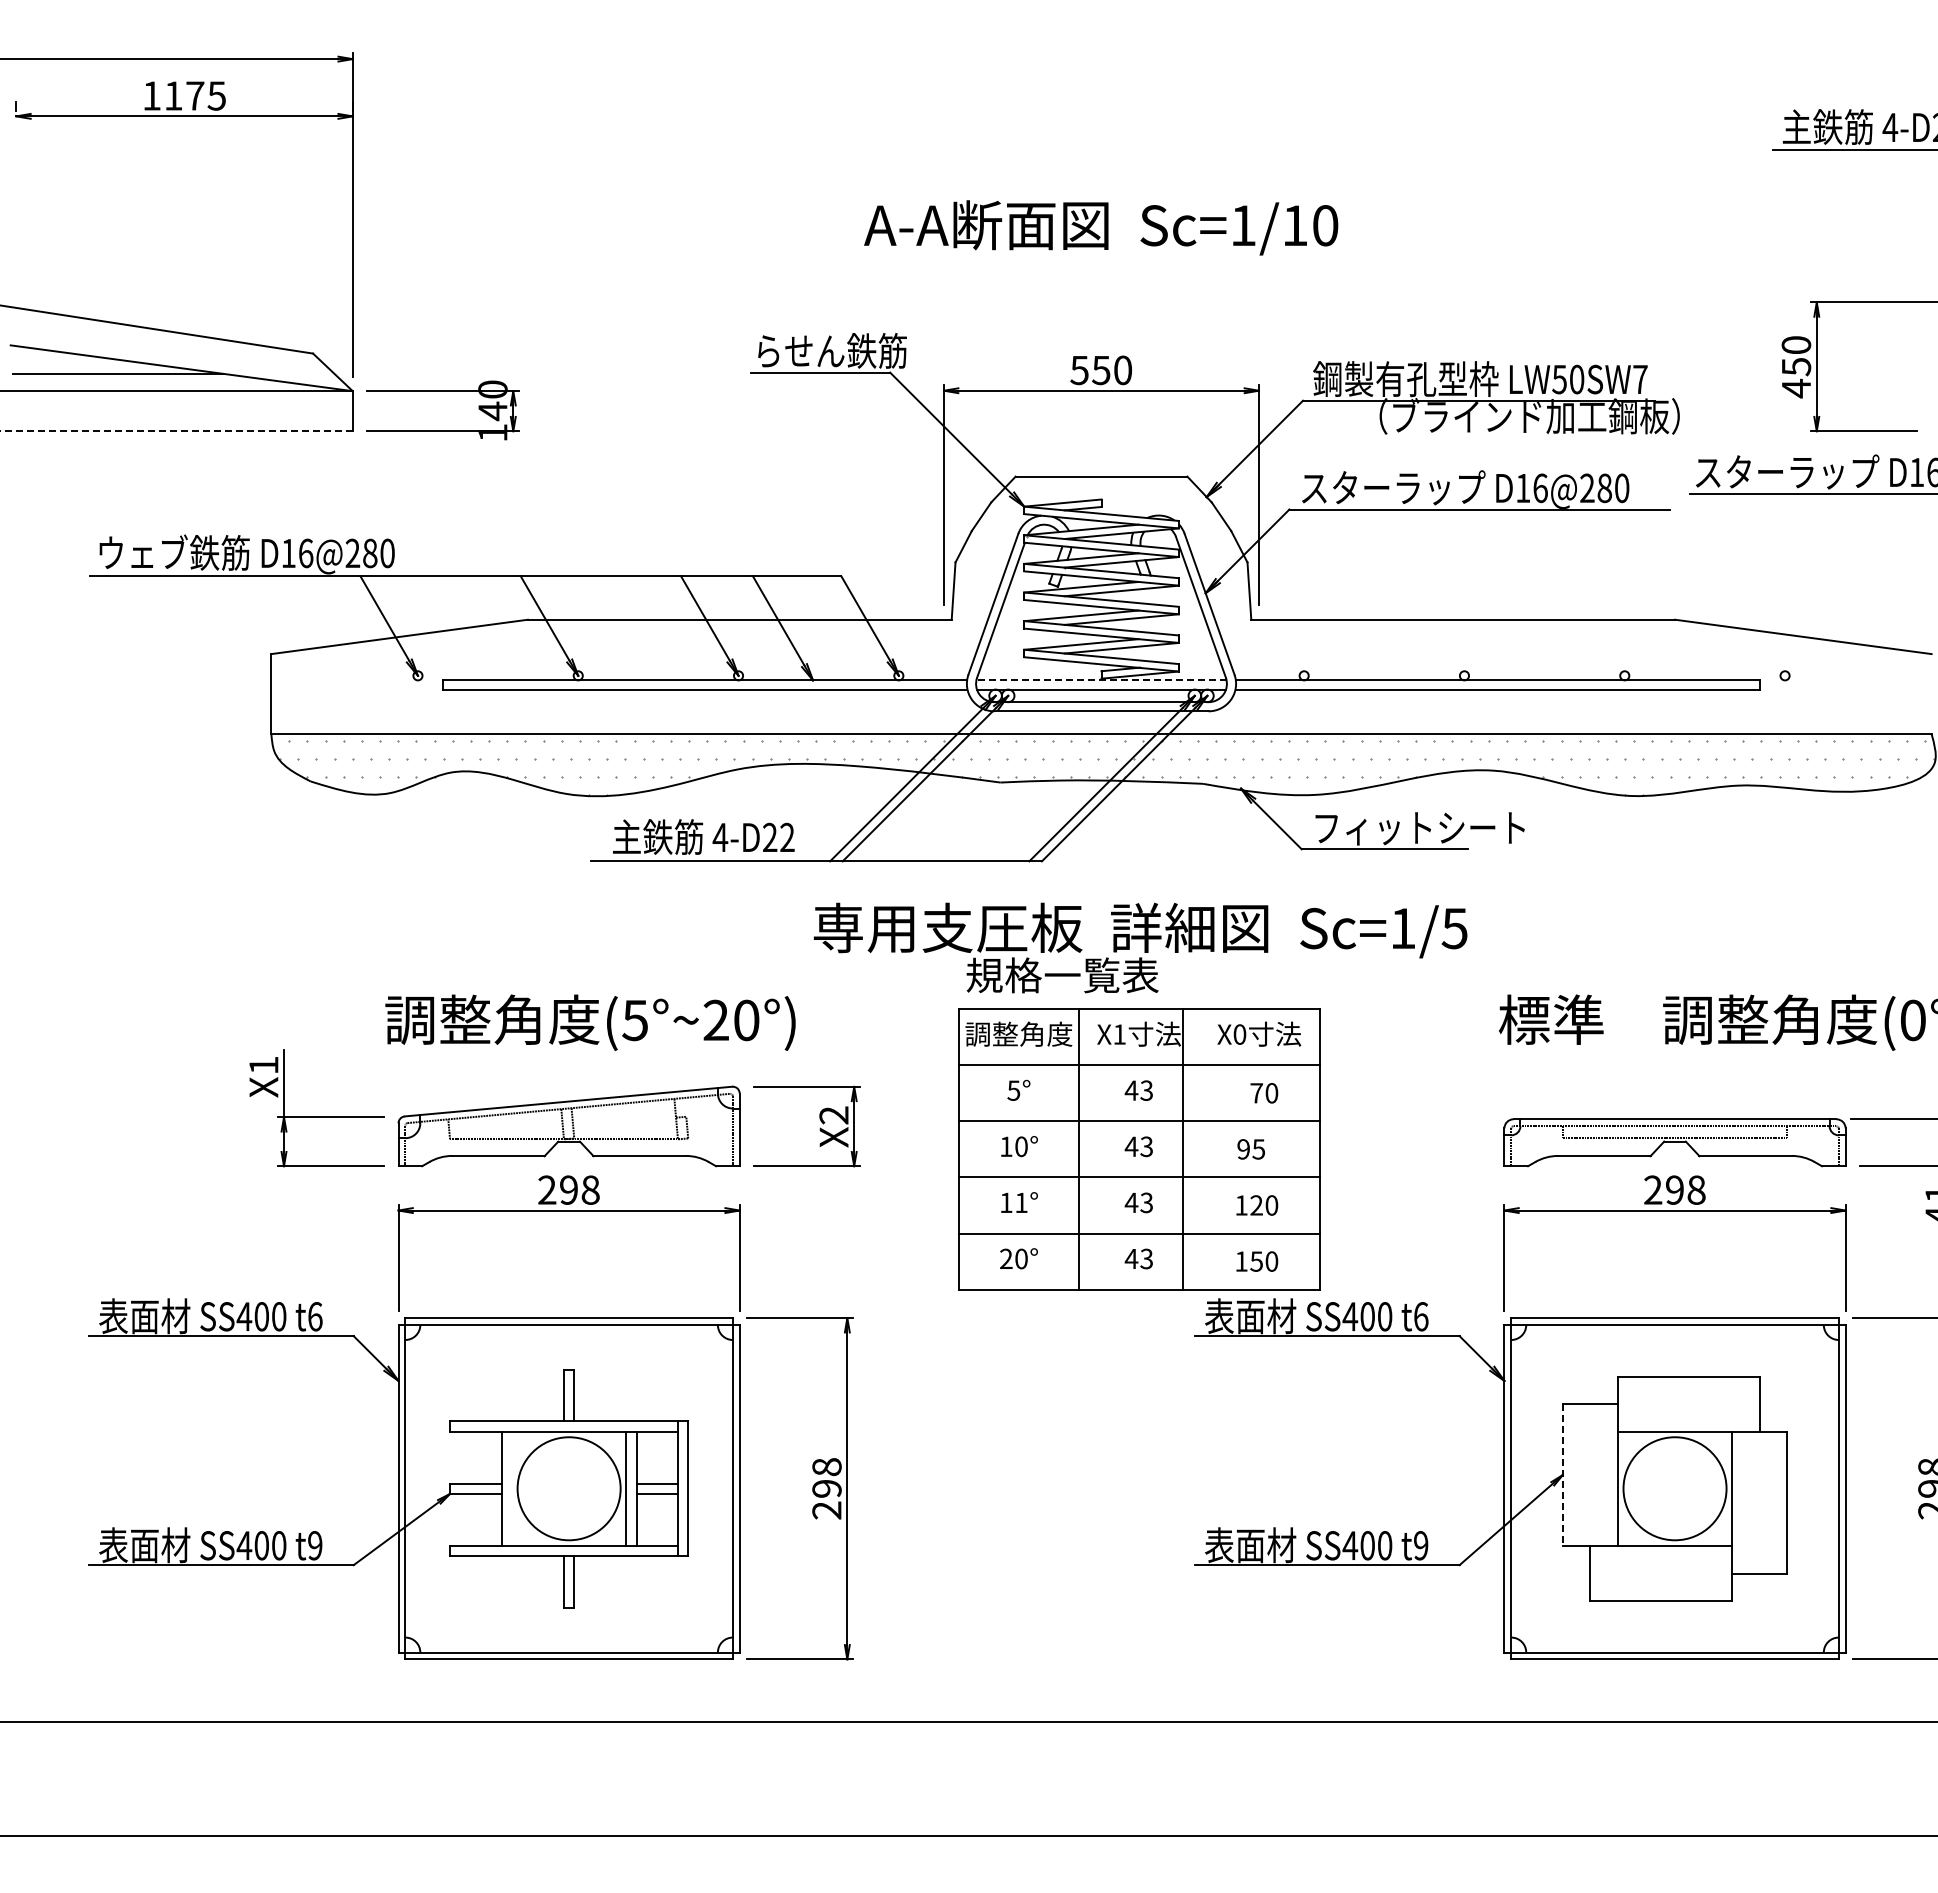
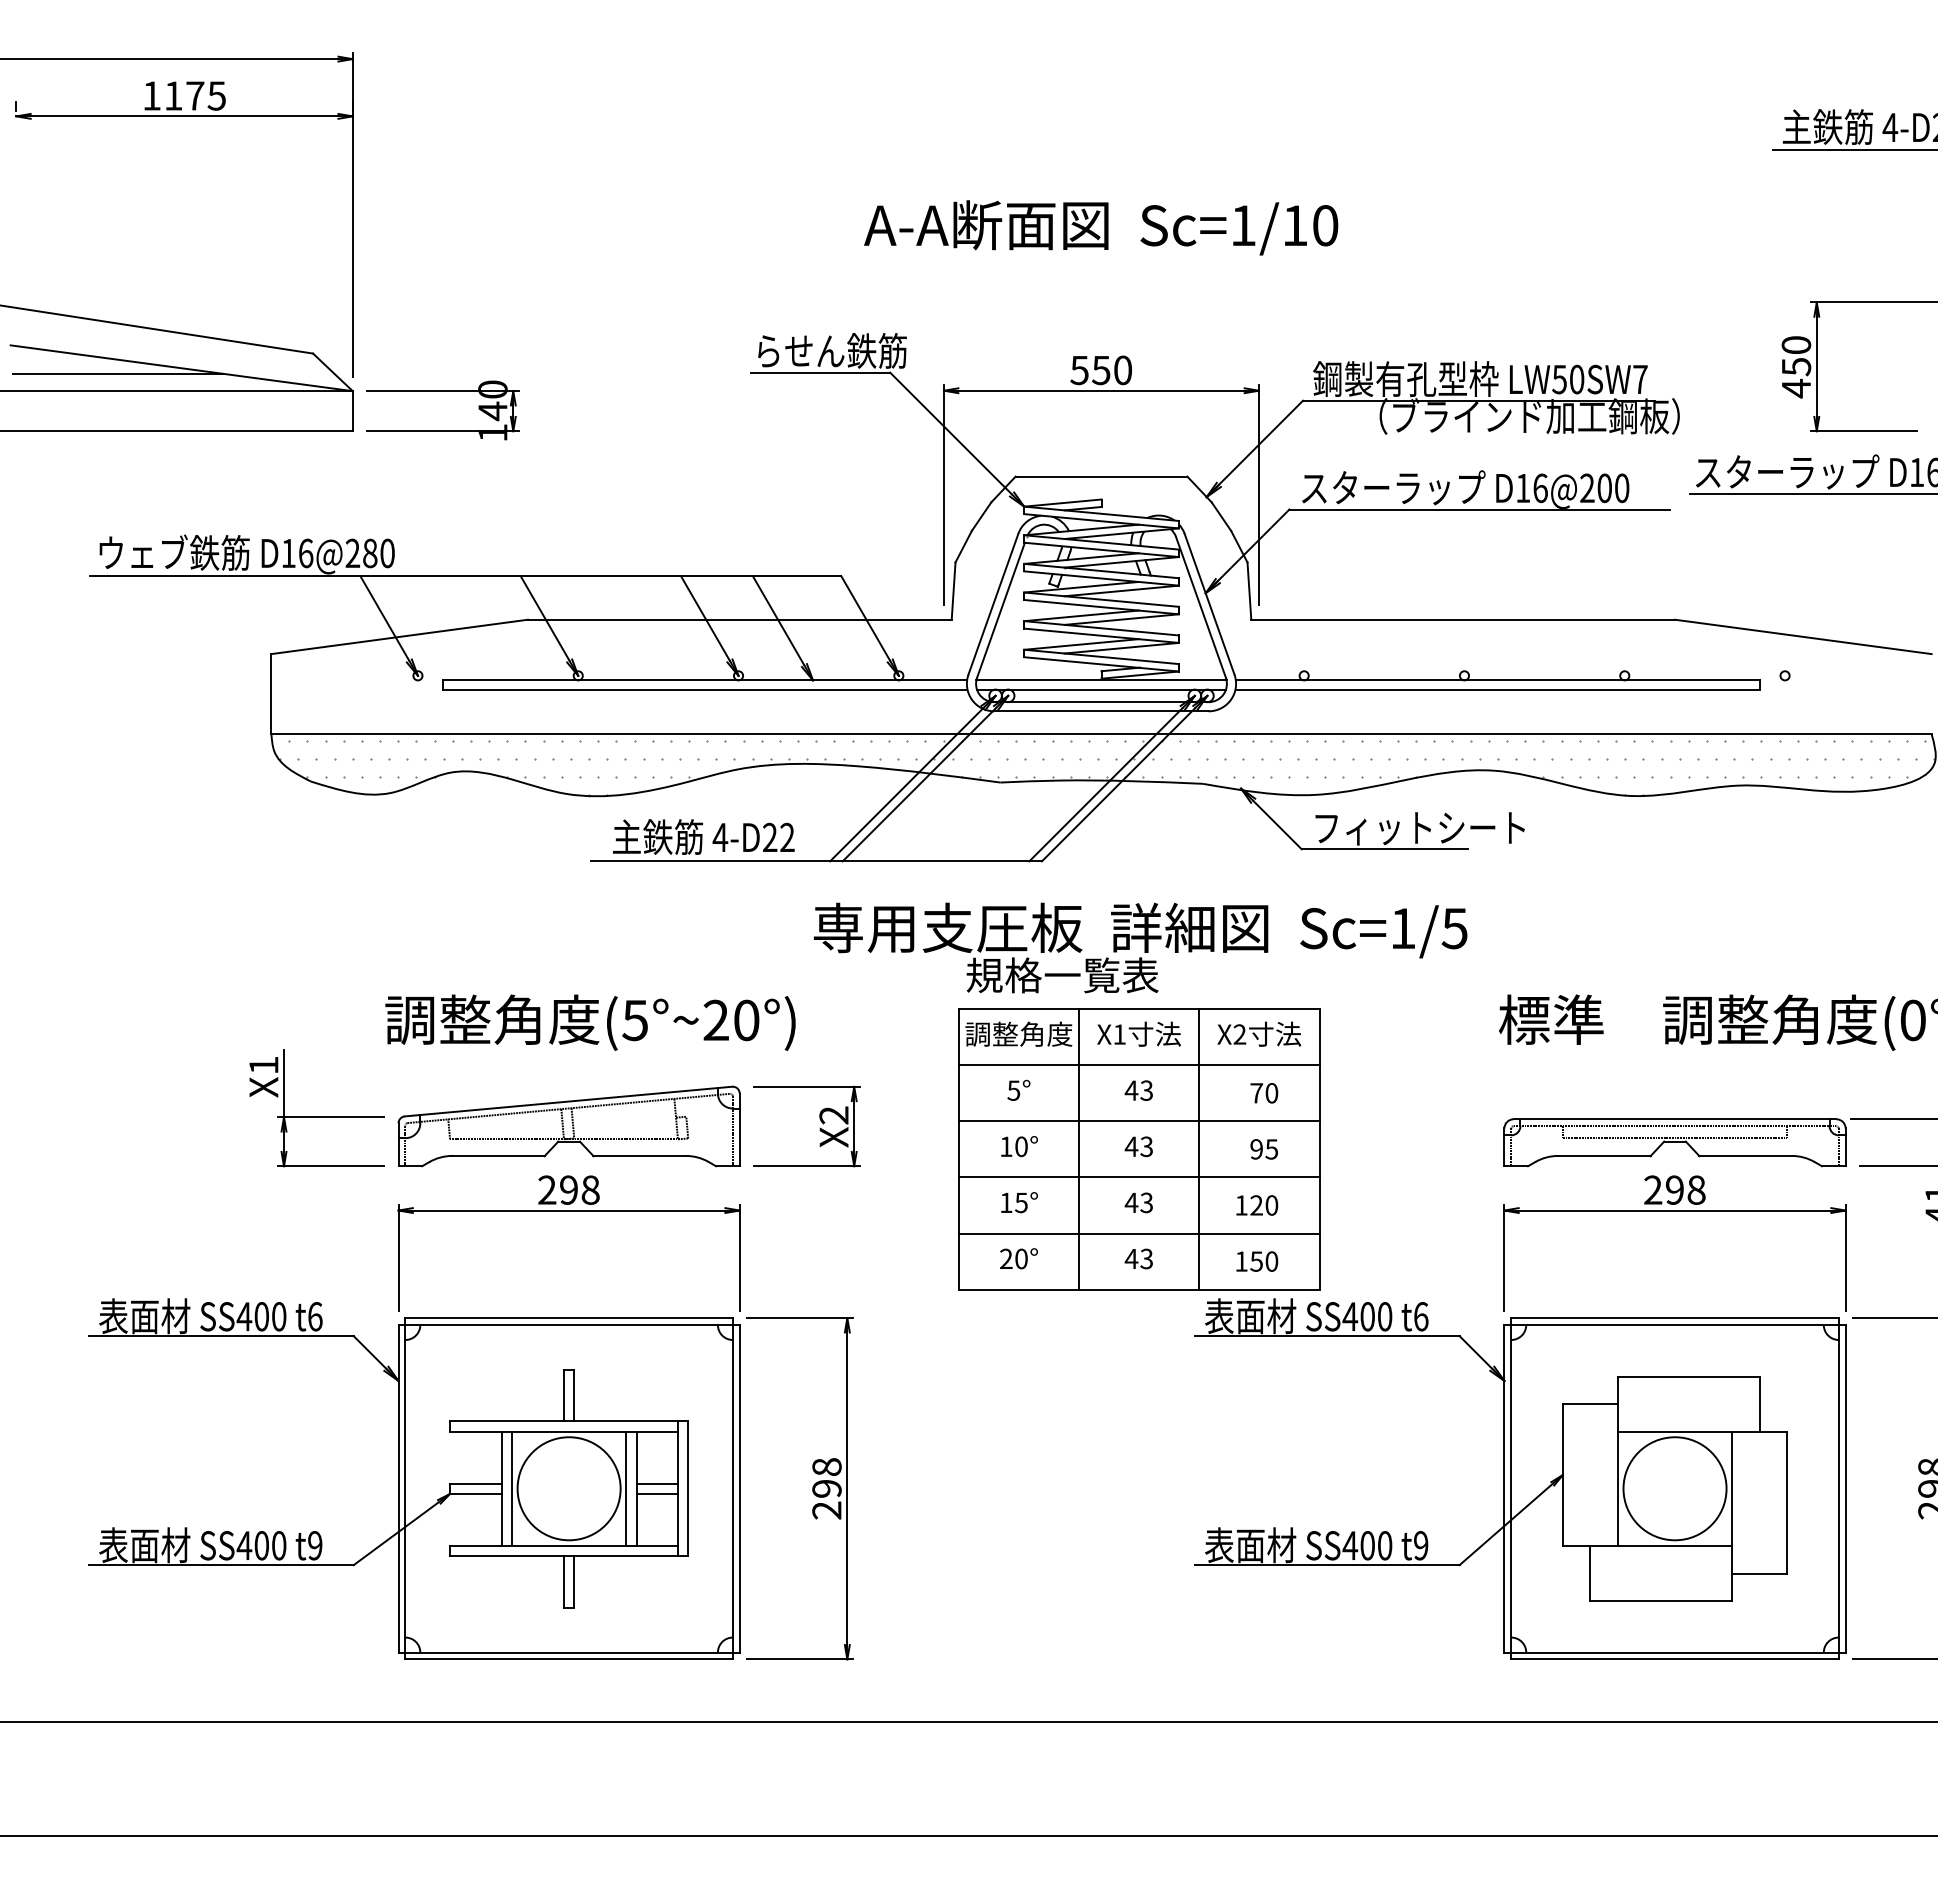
line at (175, 431): dashed -> solid
text at (1604, 488): D16@280 -> D16@200
line at (1101, 680): dashed -> solid
text at (1239, 1034): X0 -> X2
line at (1183, 1149) position: (1183, 1149) -> (1199, 1149)
text at (1250, 1149) position: (1250, 1149) -> (1263, 1149)
text at (1021, 1202): 11° -> 15°
line at (1562, 1475): dashed -> solid
line at (511, 1488): none -> present
